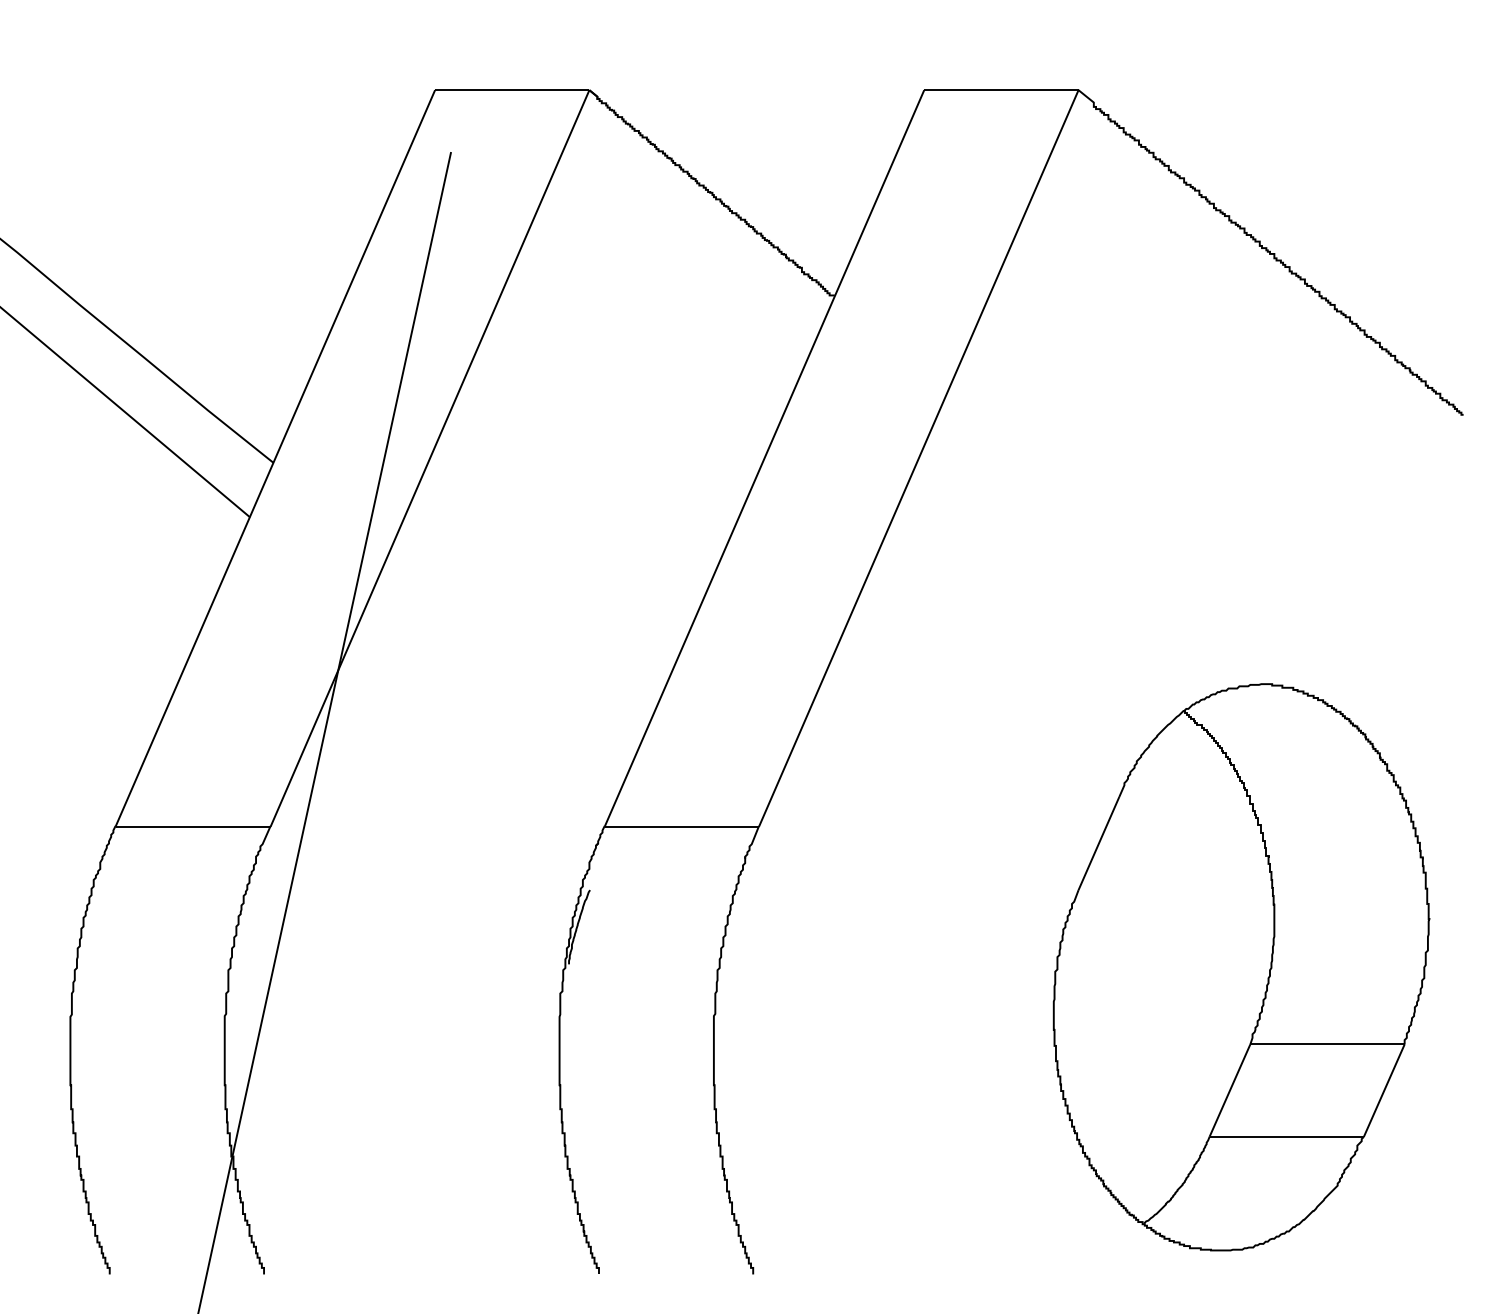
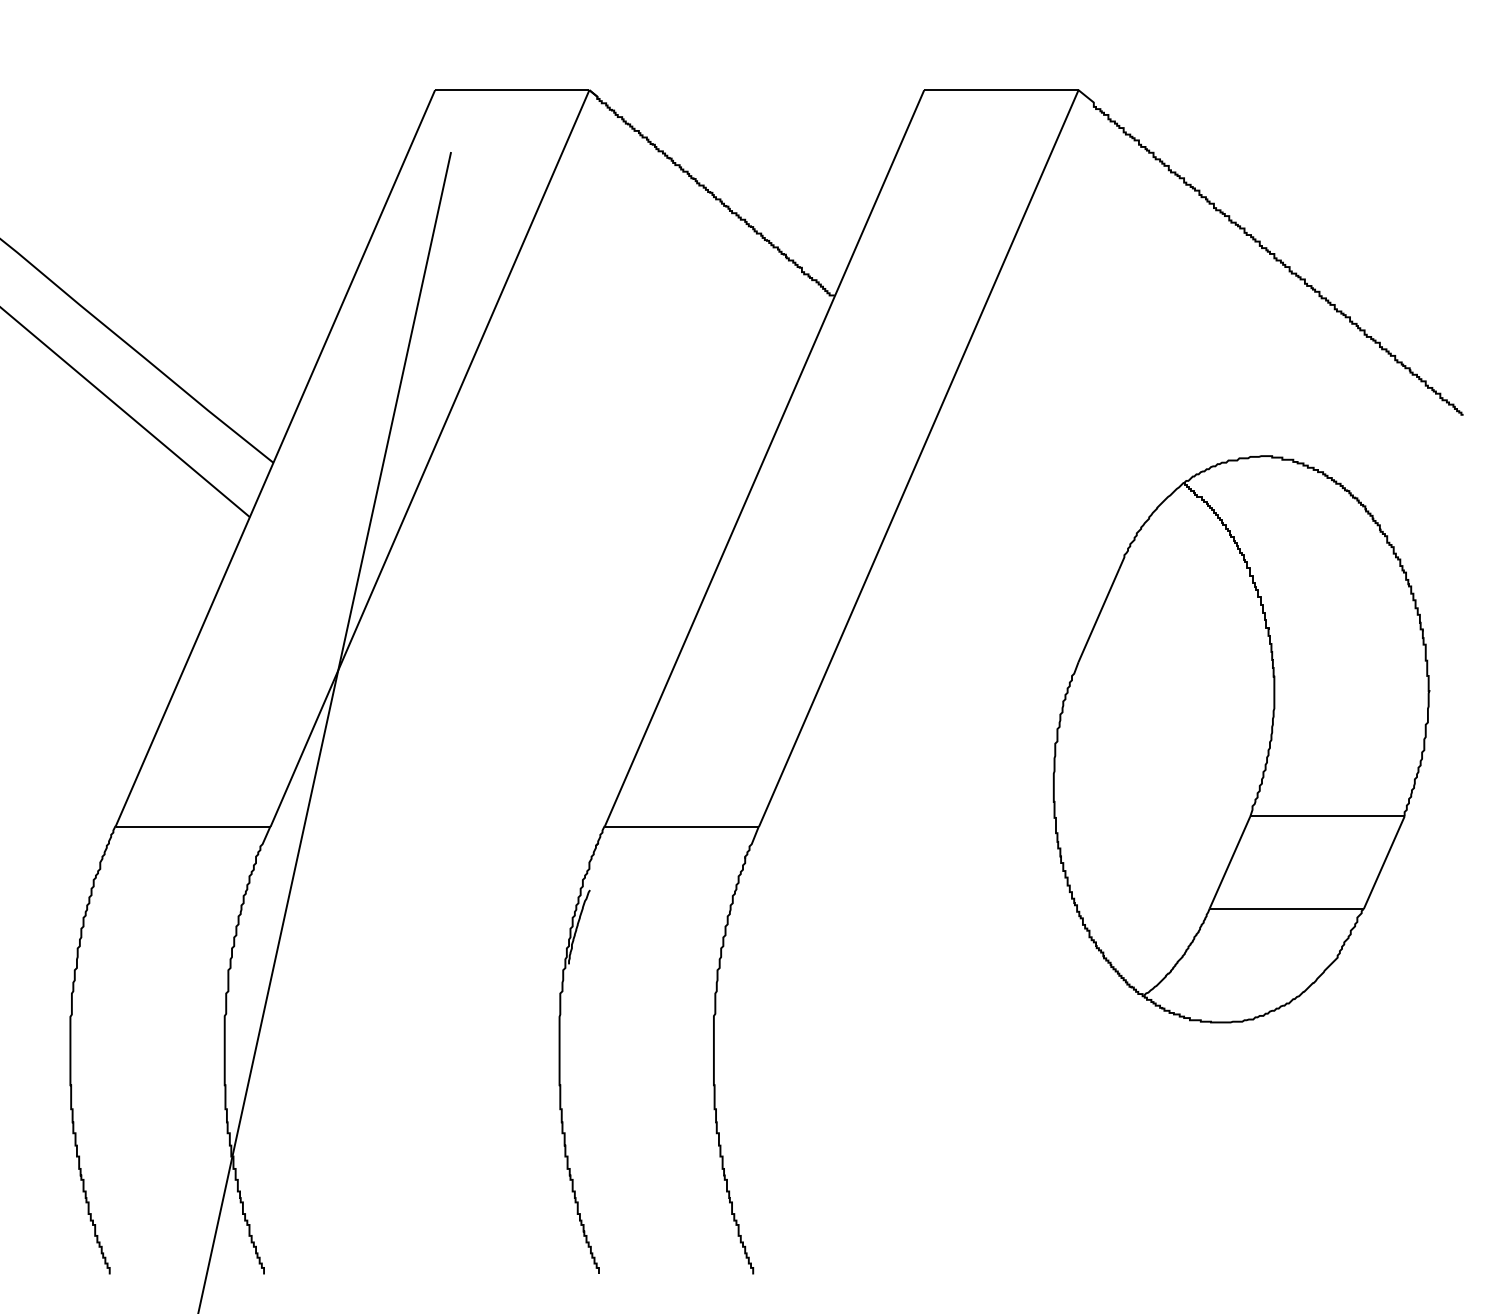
part at (1241, 967) position: (1241, 967) -> (1241, 739)
